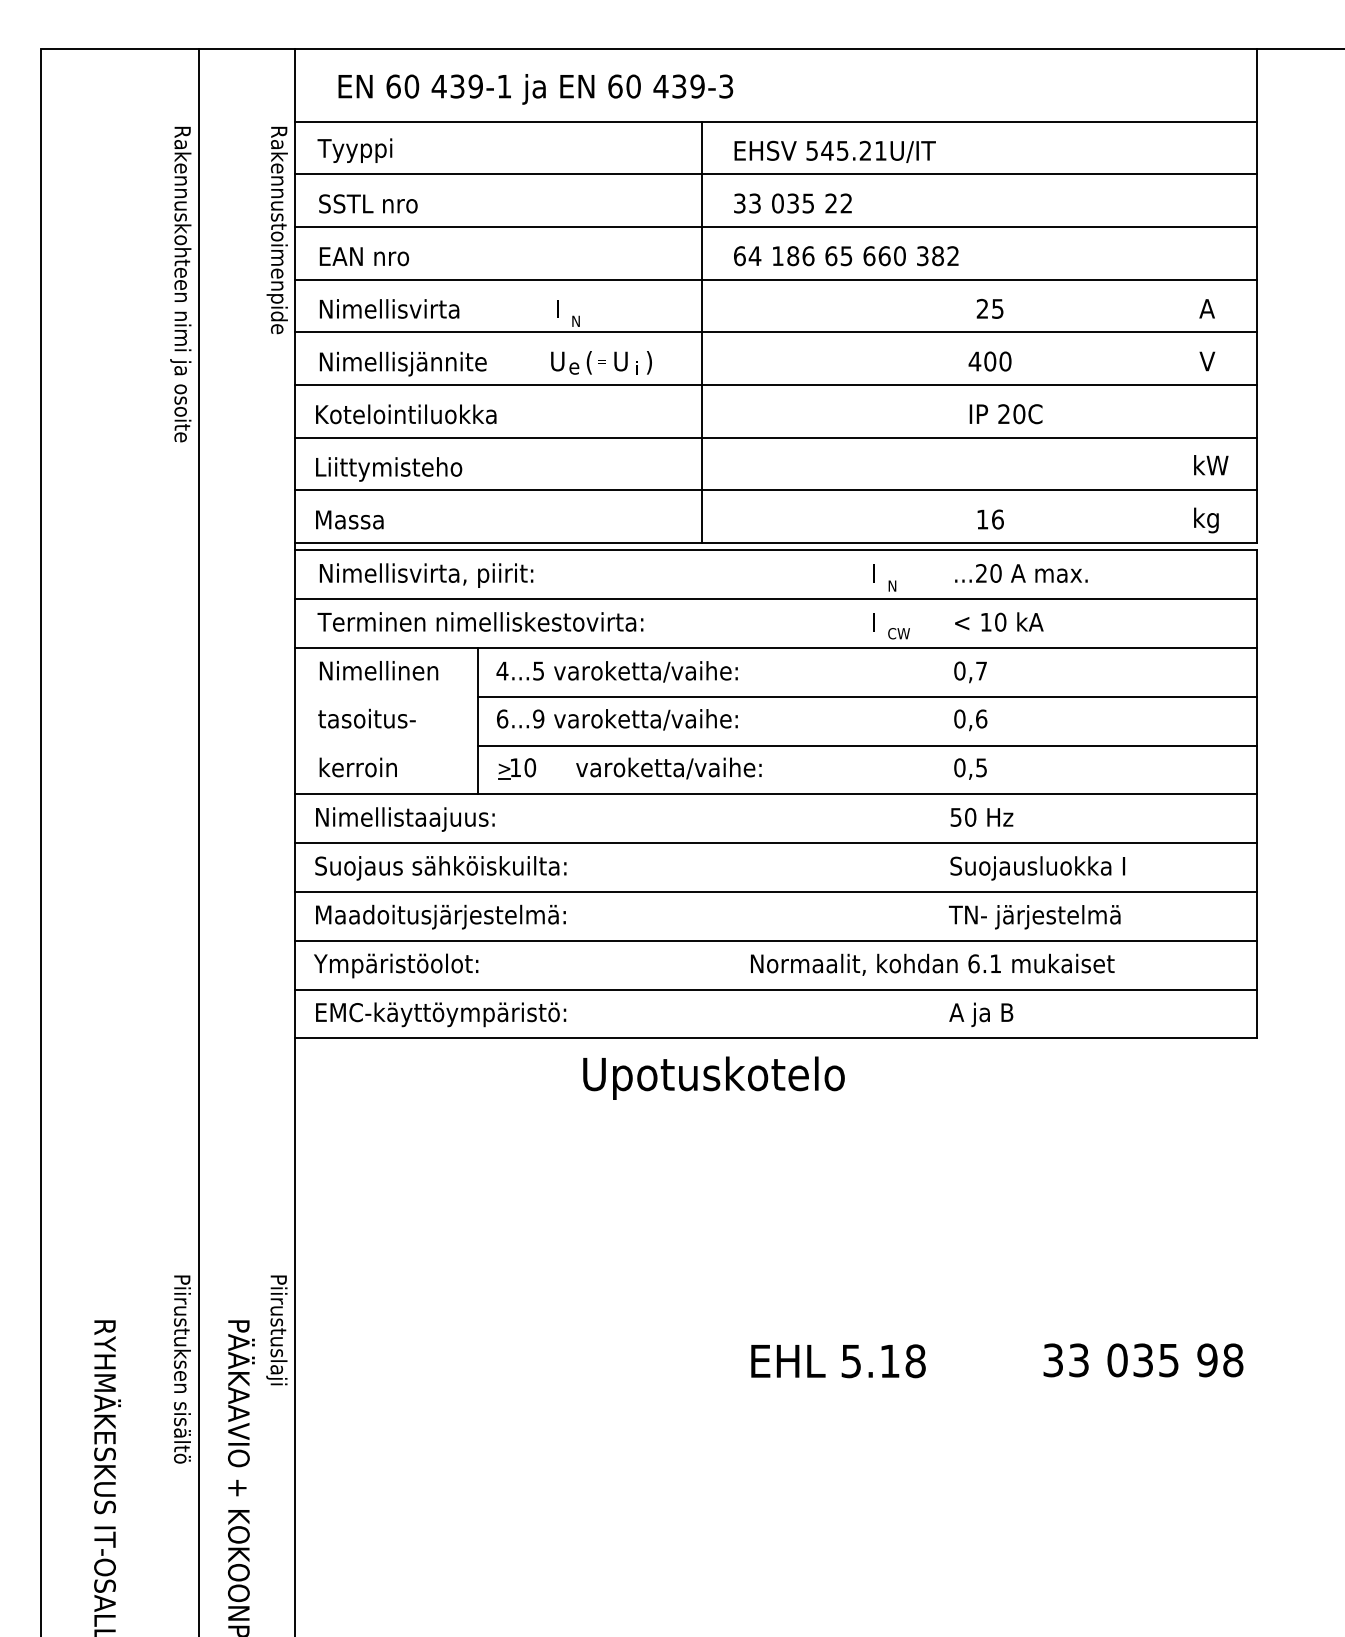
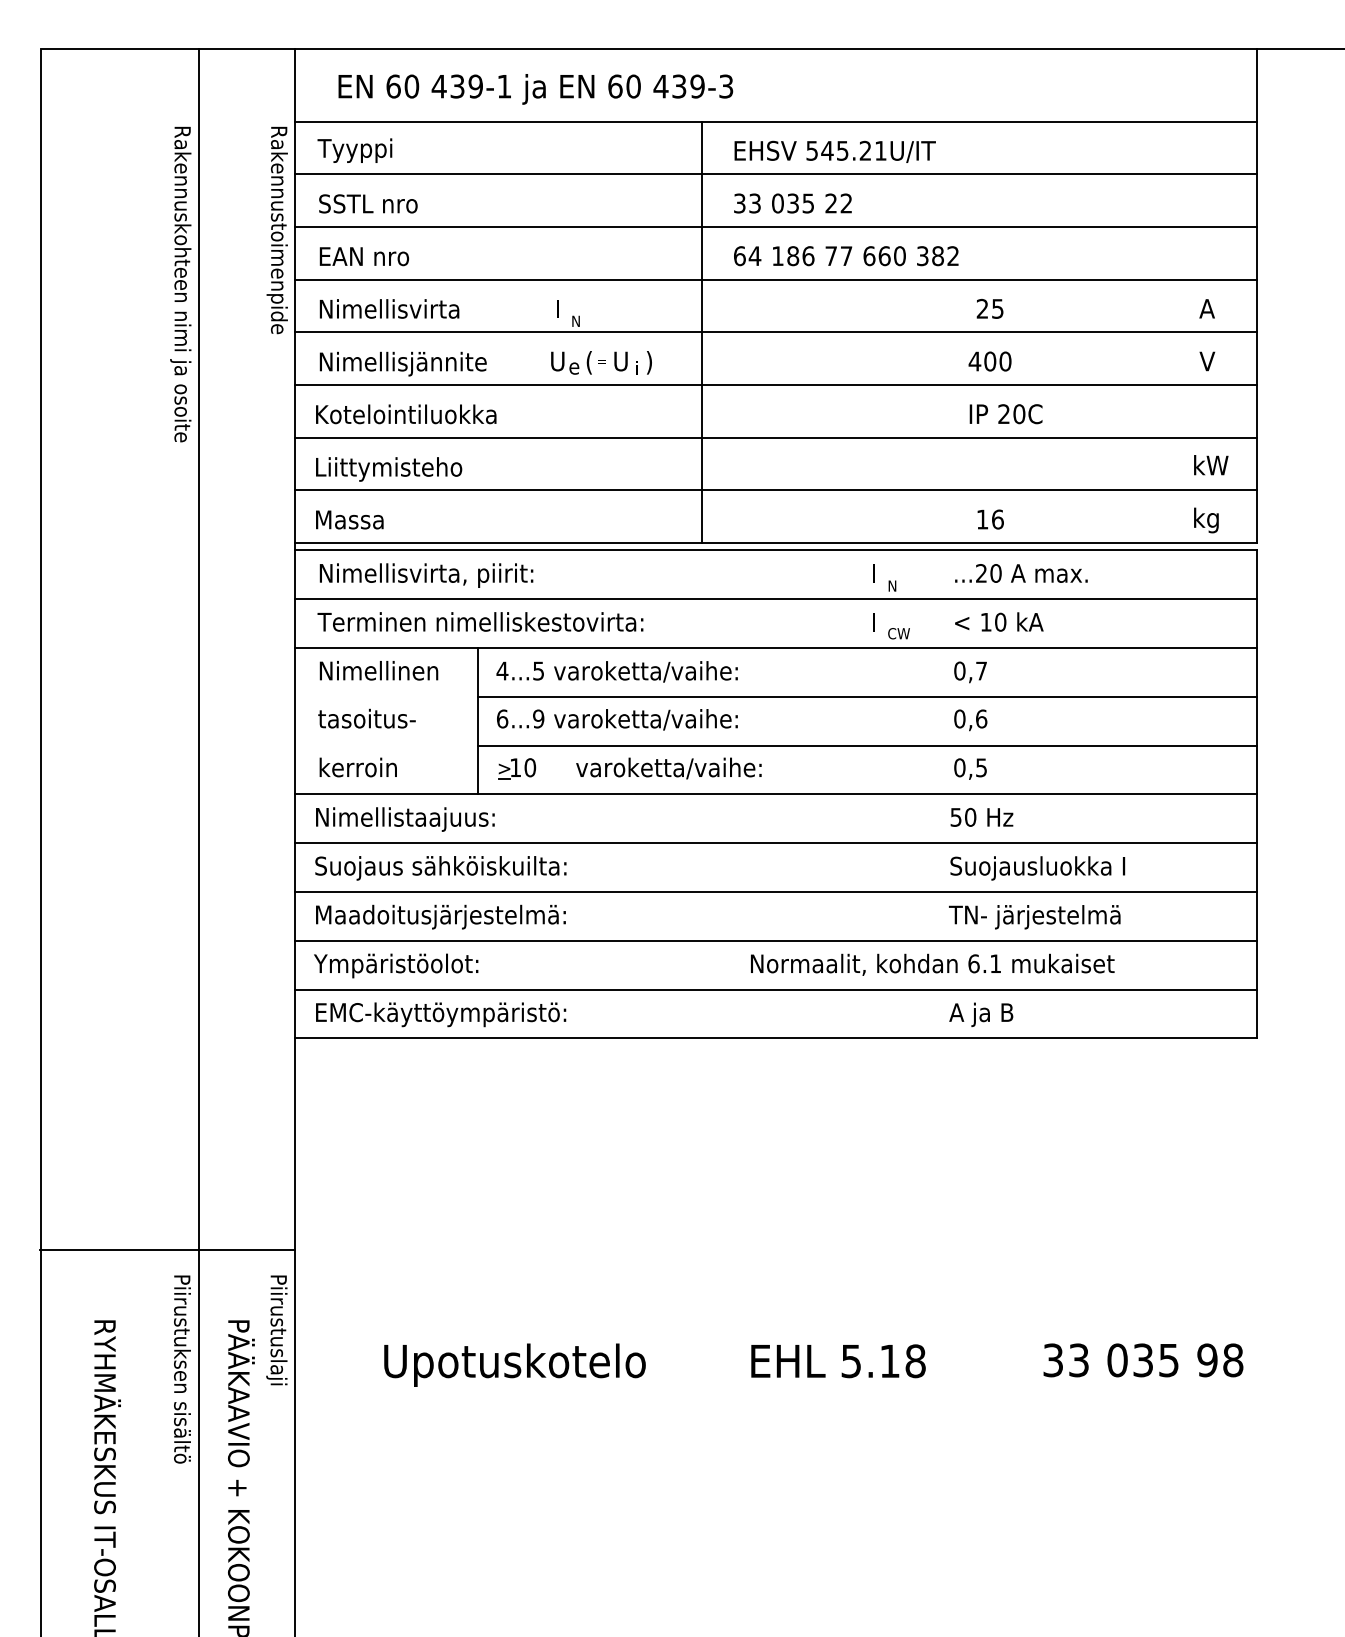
text at (838, 256): 65 -> 77
text at (713, 1077) position: (713, 1077) -> (514, 1364)
line at (167, 1249): none -> present
